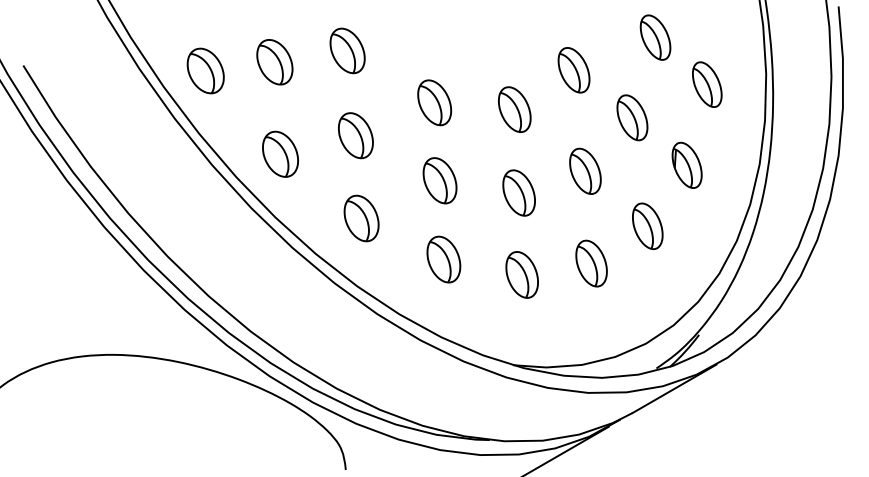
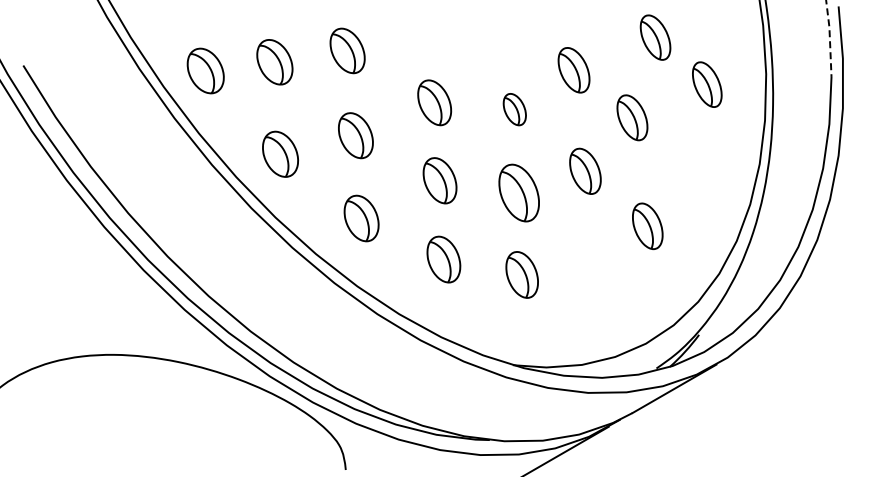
line at (829, 38): solid -> dashed
part at (514, 109) size: 34x47 px -> 25x34 px
part at (686, 164): present -> none
part at (518, 192) size: 34x48 px -> 42x60 px
part at (591, 263): present -> none
